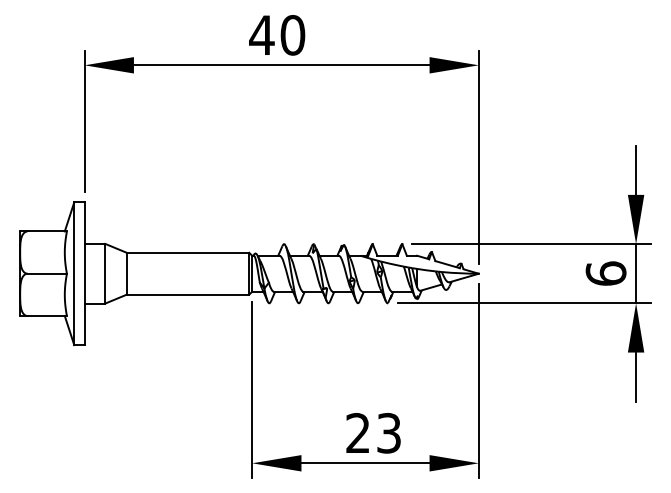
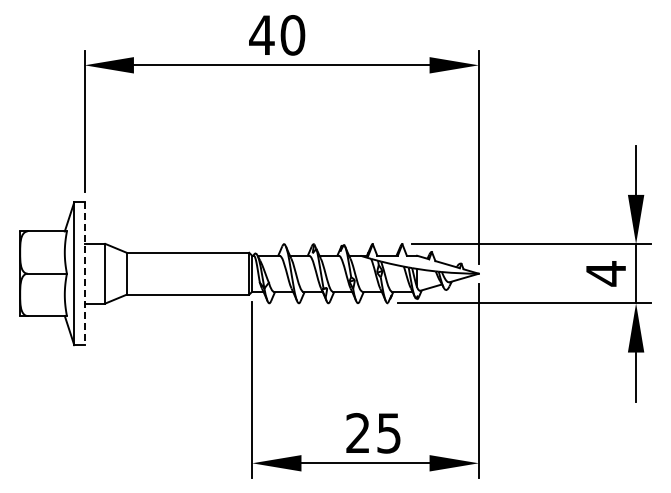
text at (605, 273): 6 -> 4
line at (84, 274): solid -> dashed
text at (389, 433): 23 -> 25
